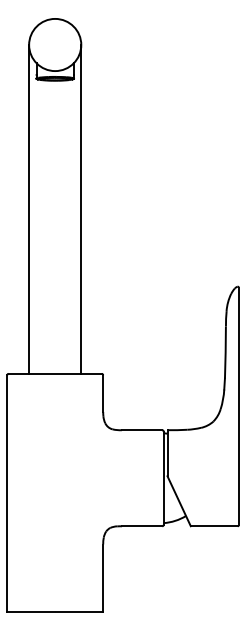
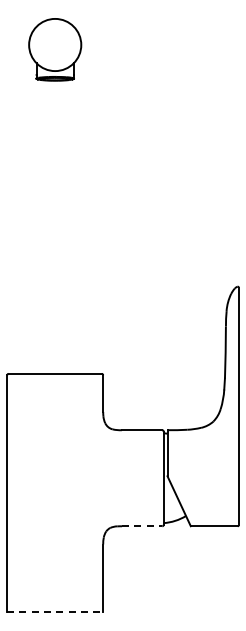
line at (29, 209): present -> none
line at (81, 209): present -> none
line at (142, 526): solid -> dashed
line at (55, 611): solid -> dashed
